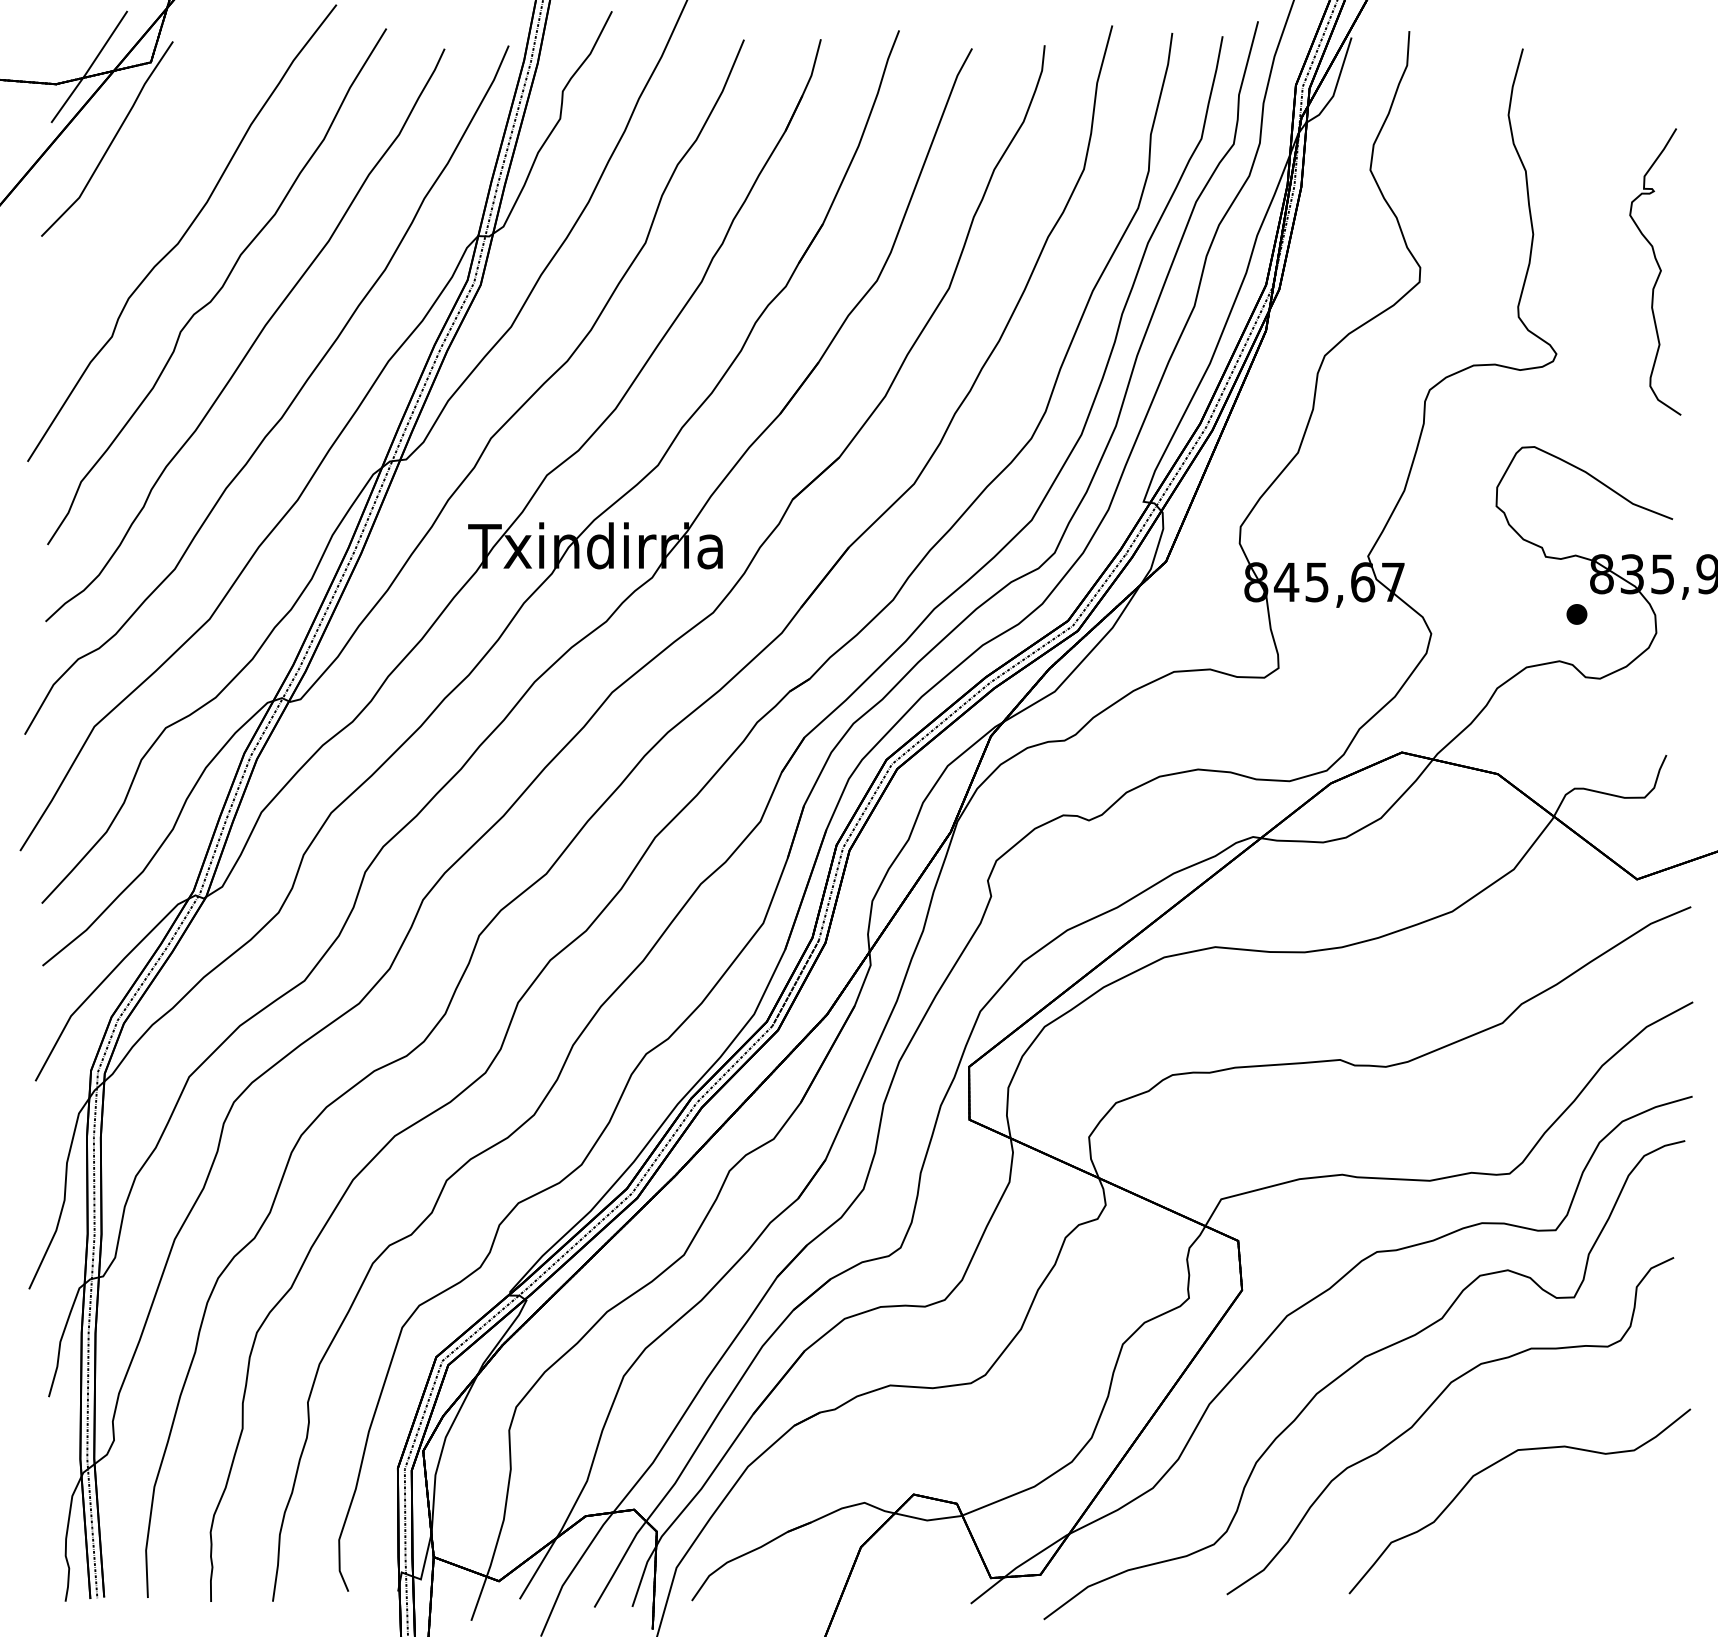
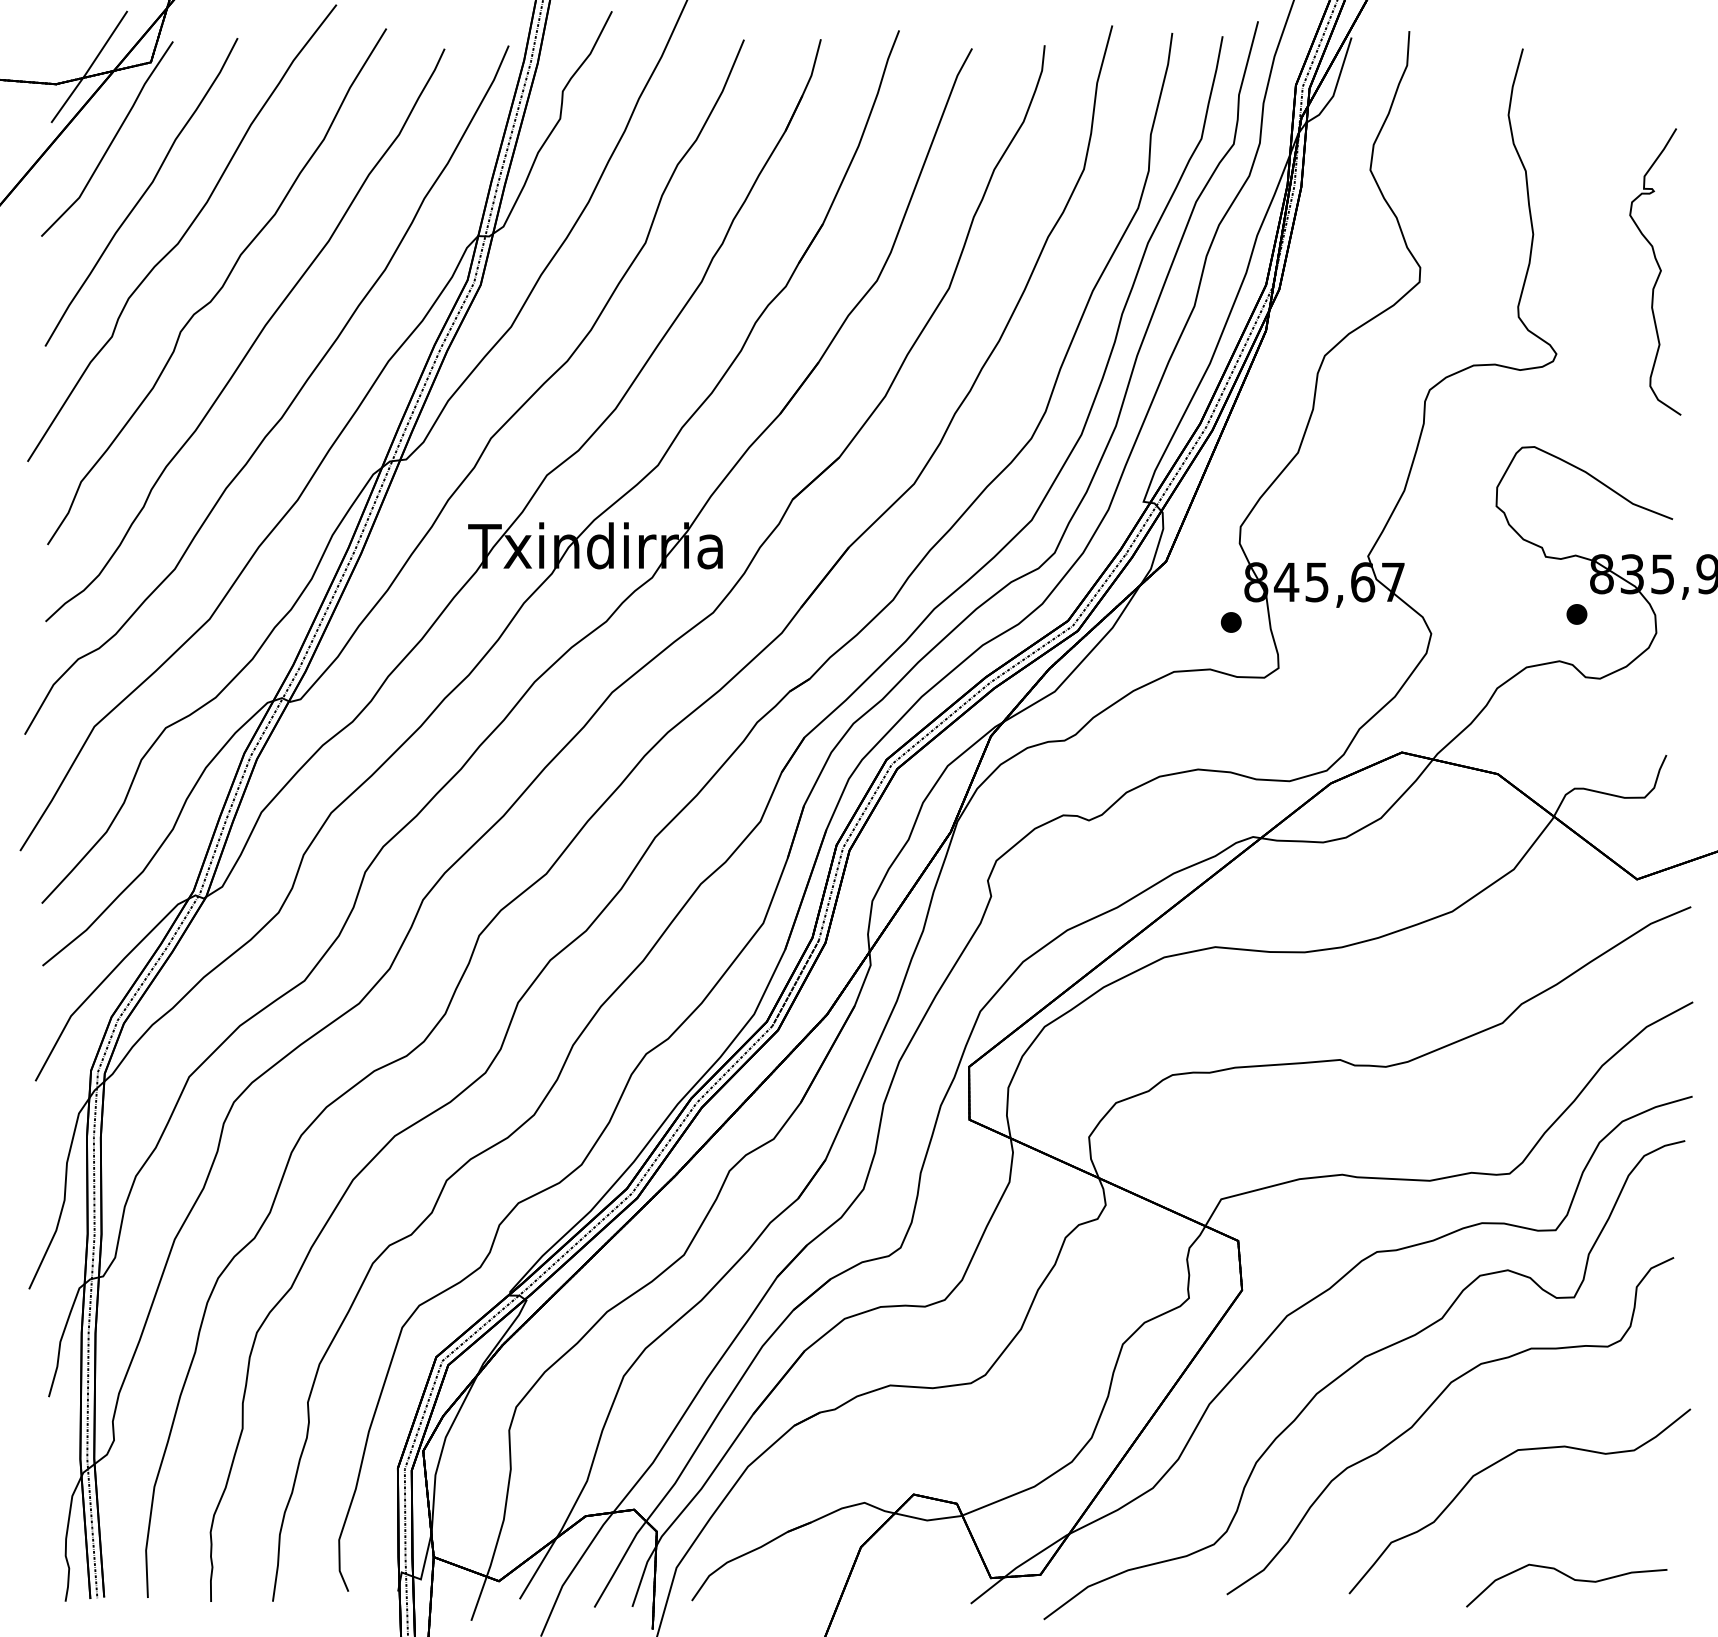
part at (141, 192): none -> present
part at (1230, 622): none -> present
curve at (1569, 1578): none -> present
